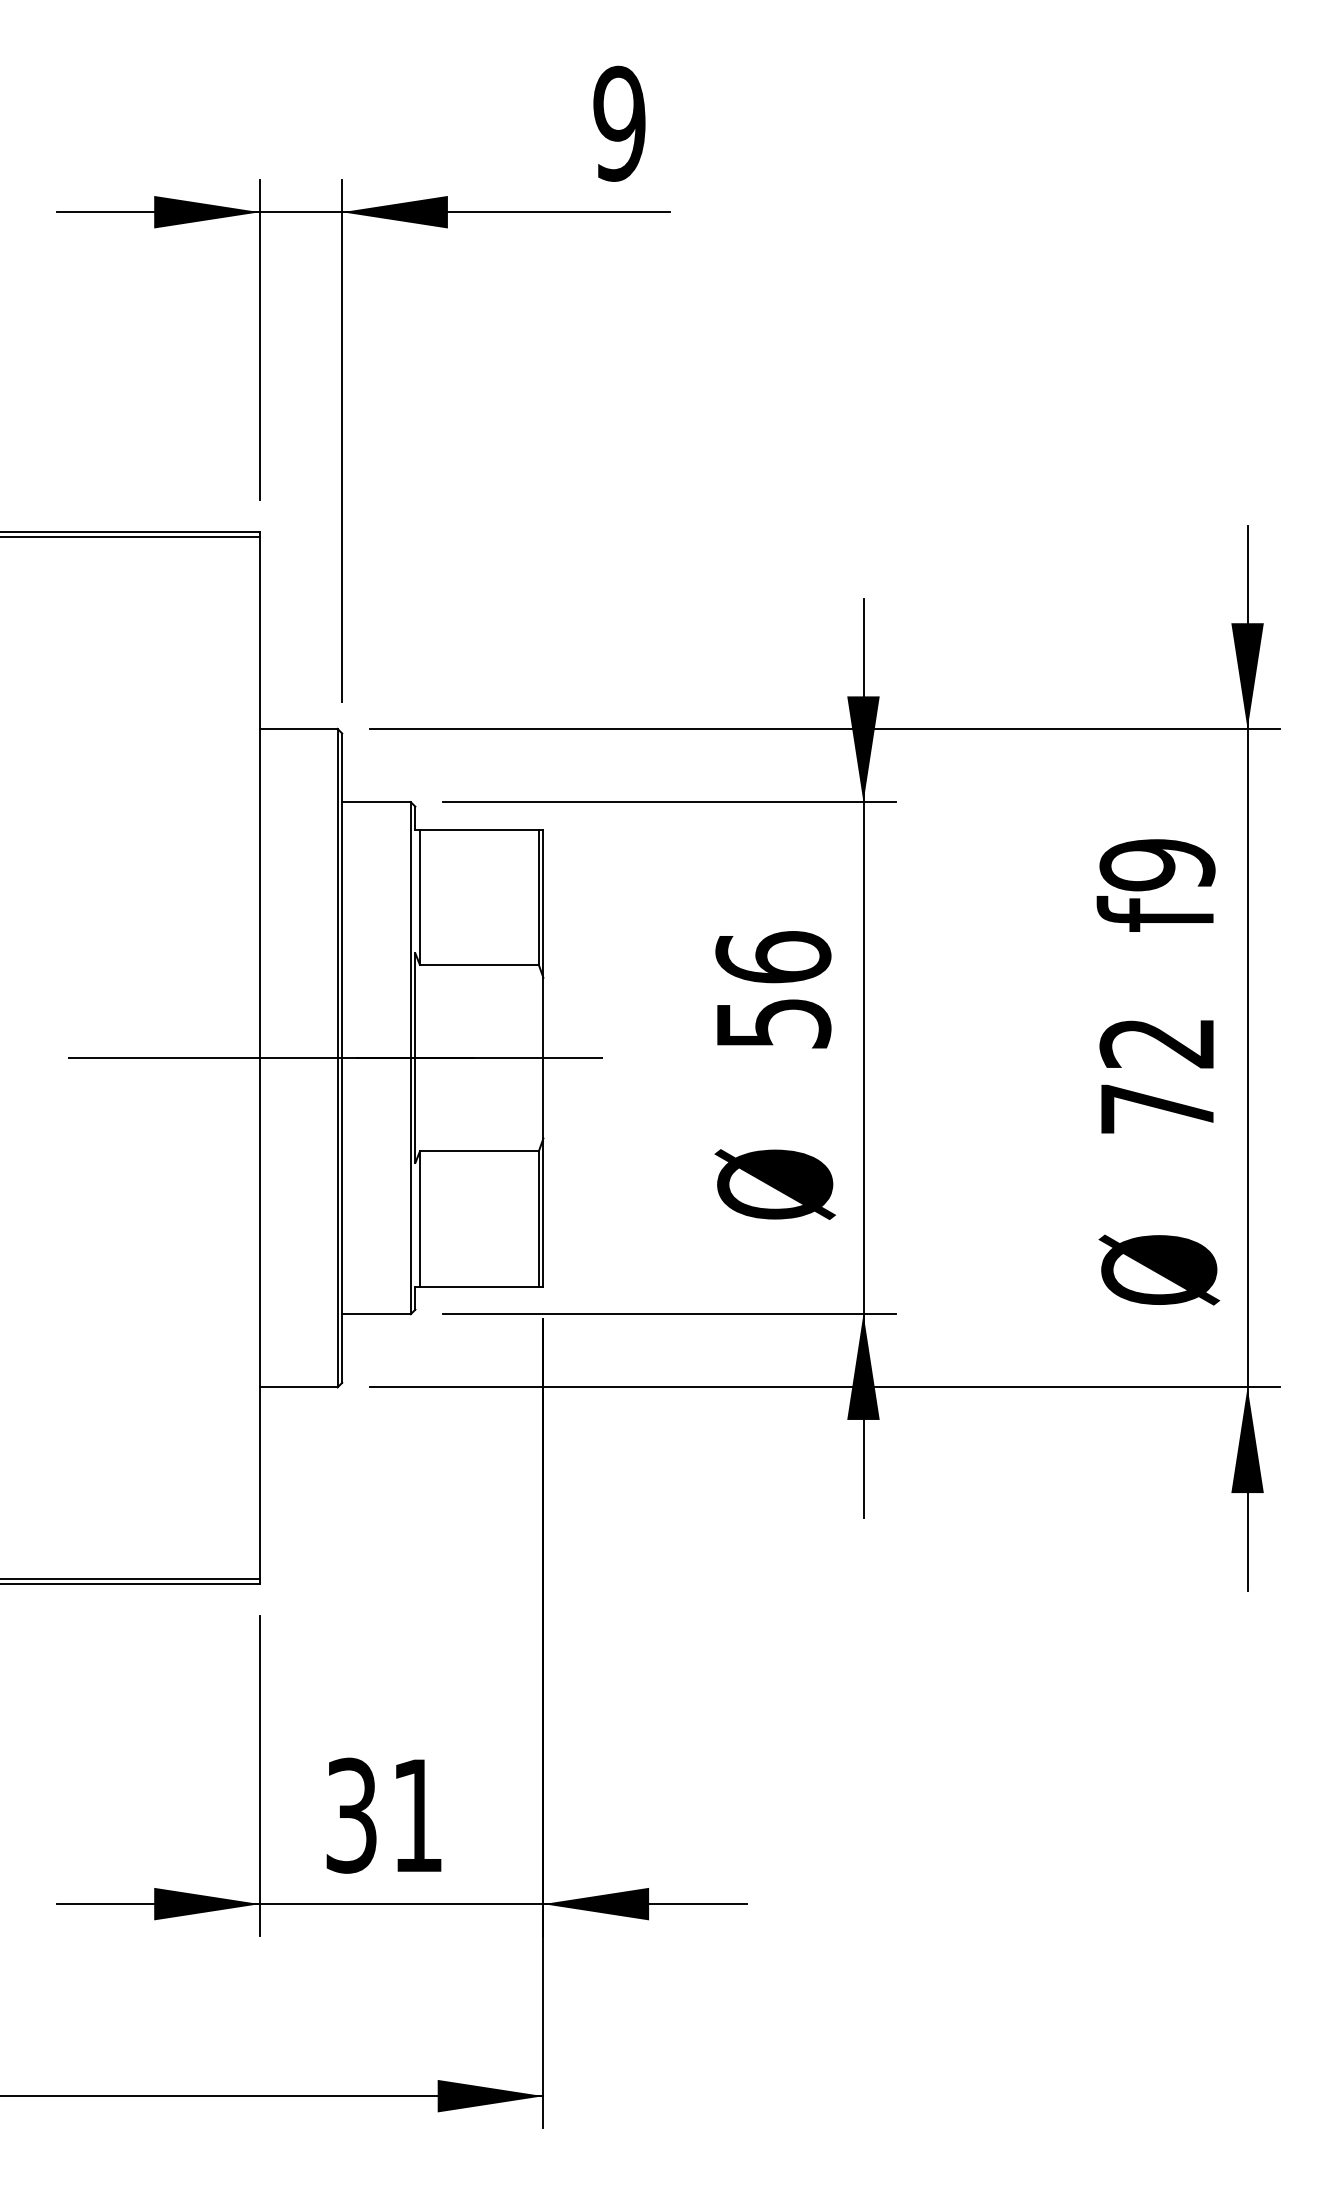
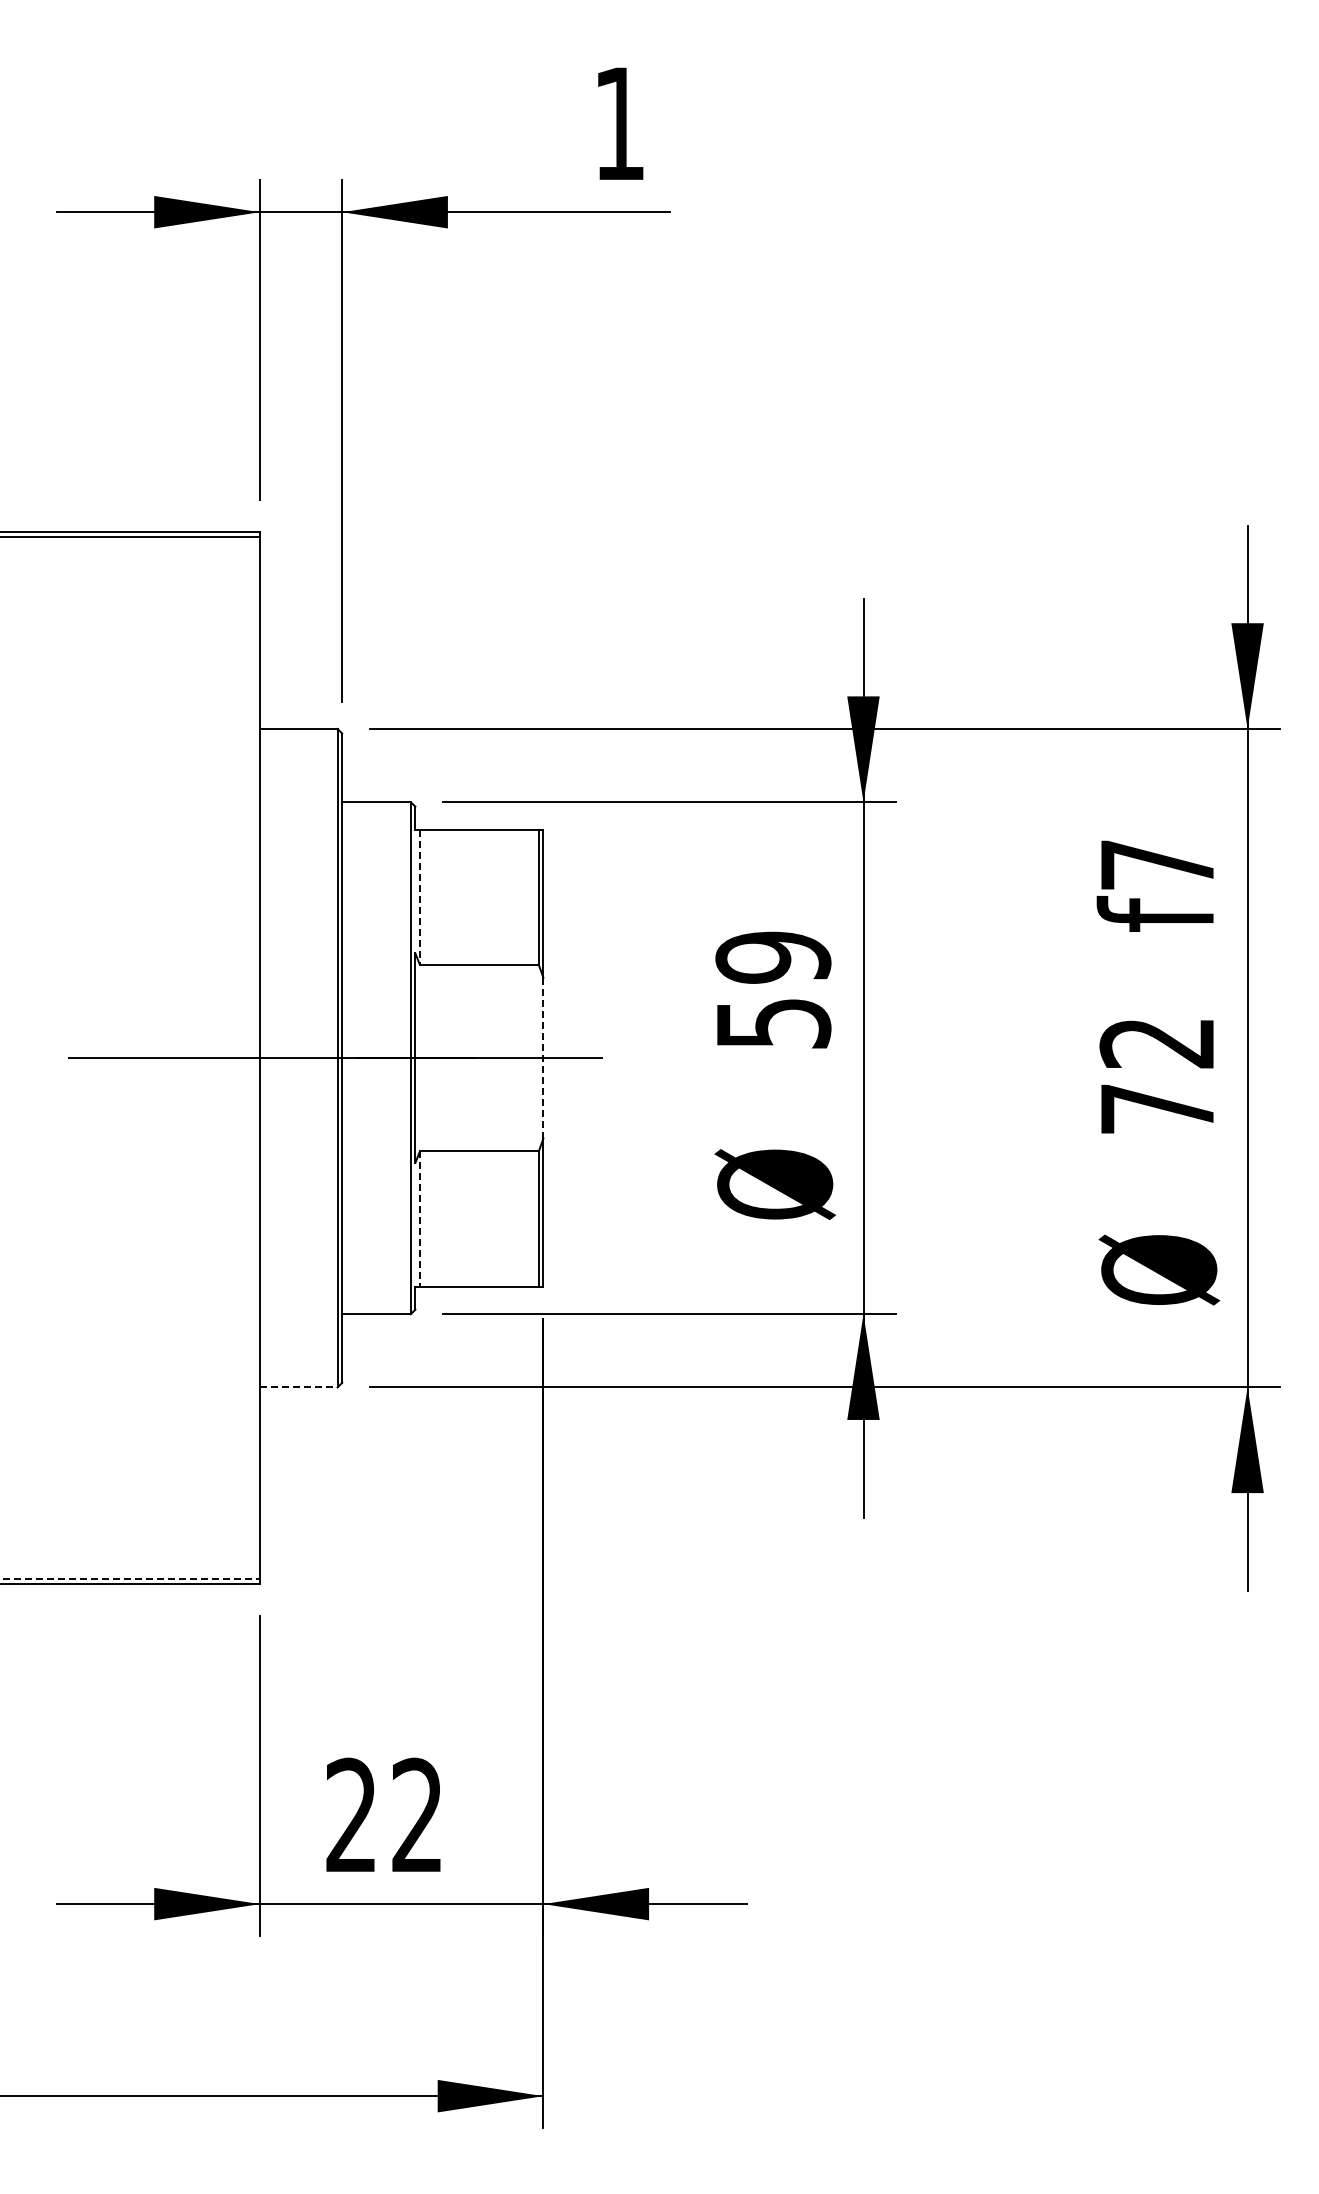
text at (619, 123): 9 -> 1
text at (1157, 865): f9 -> f7
line at (419, 897): solid -> dashed
text at (773, 957): 56 -> 59
line at (543, 1058): solid -> dashed
line at (419, 1219): solid -> dashed
line at (298, 1387): solid -> dashed
line at (130, 1579): solid -> dashed
text at (383, 1815): 31 -> 22
